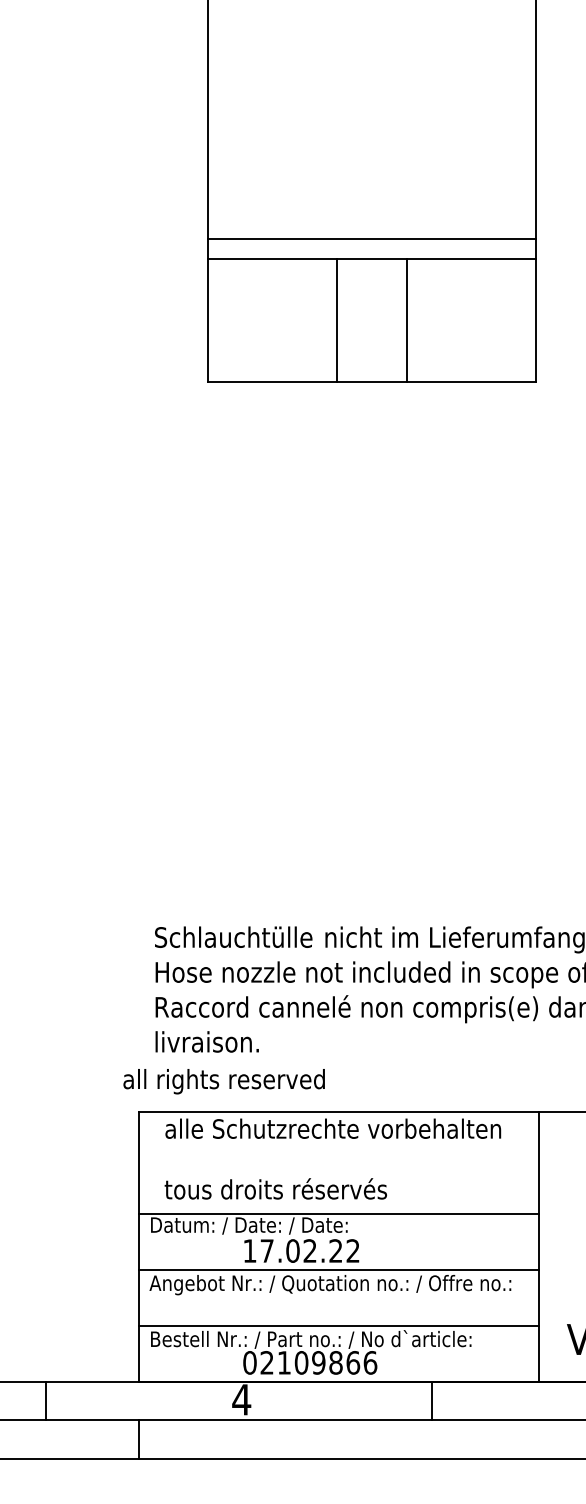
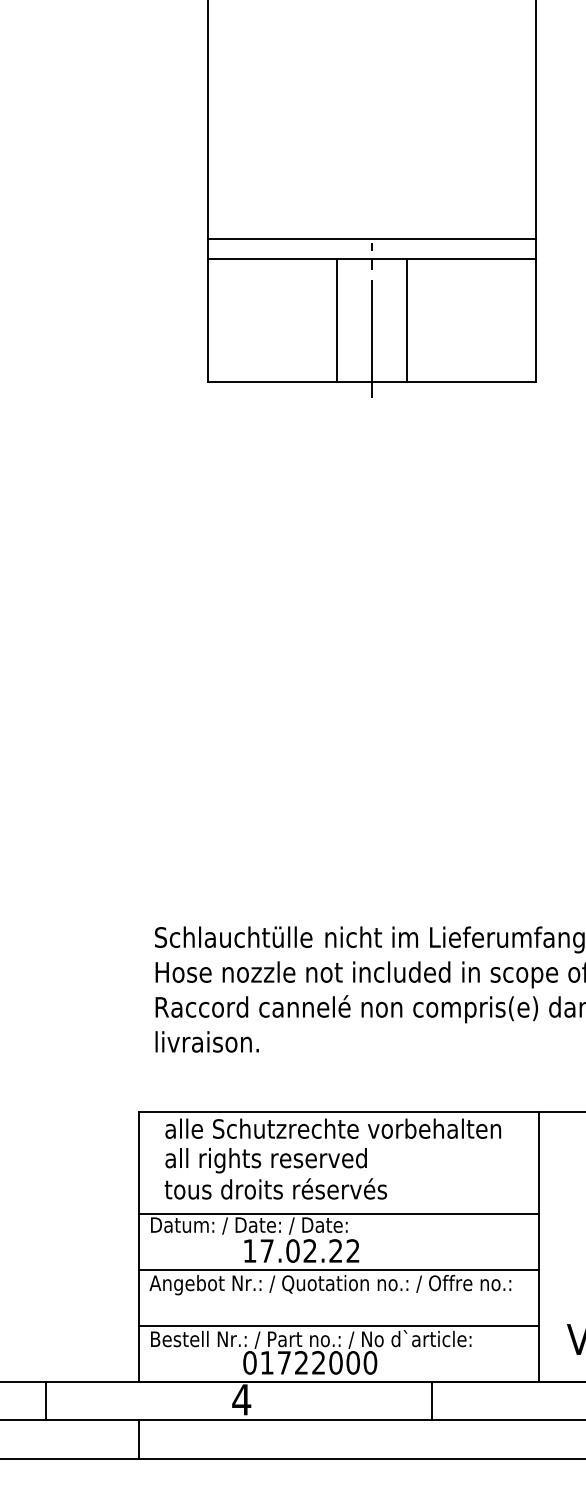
line at (371, 320): none -> present
text at (223, 1081) position: (223, 1081) -> (265, 1160)
text at (318, 1362): 02109866 -> 01722000
